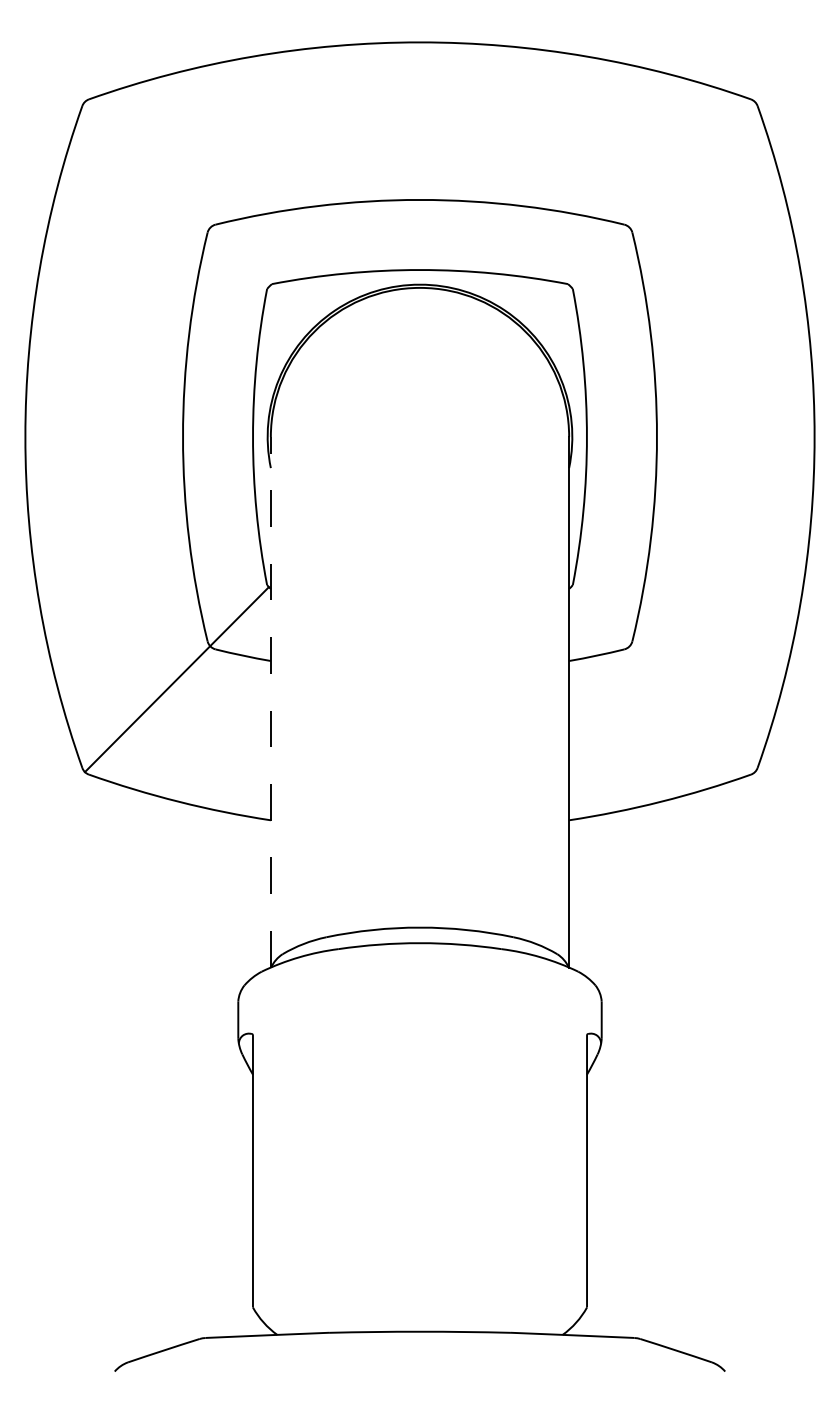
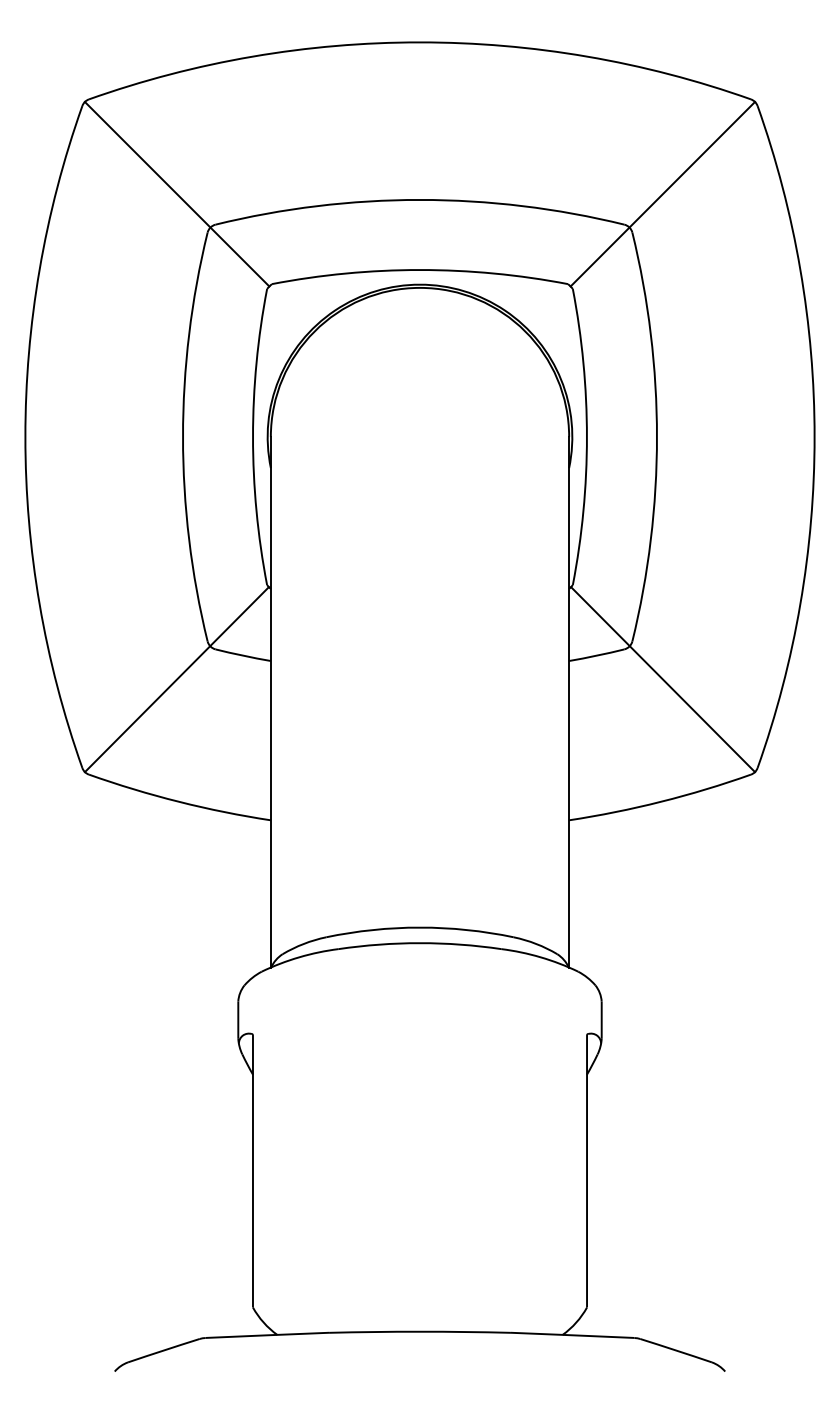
line at (176, 193): none -> present
line at (662, 193): none -> present
line at (663, 679): none -> present
line at (270, 701): dashed -> solid
